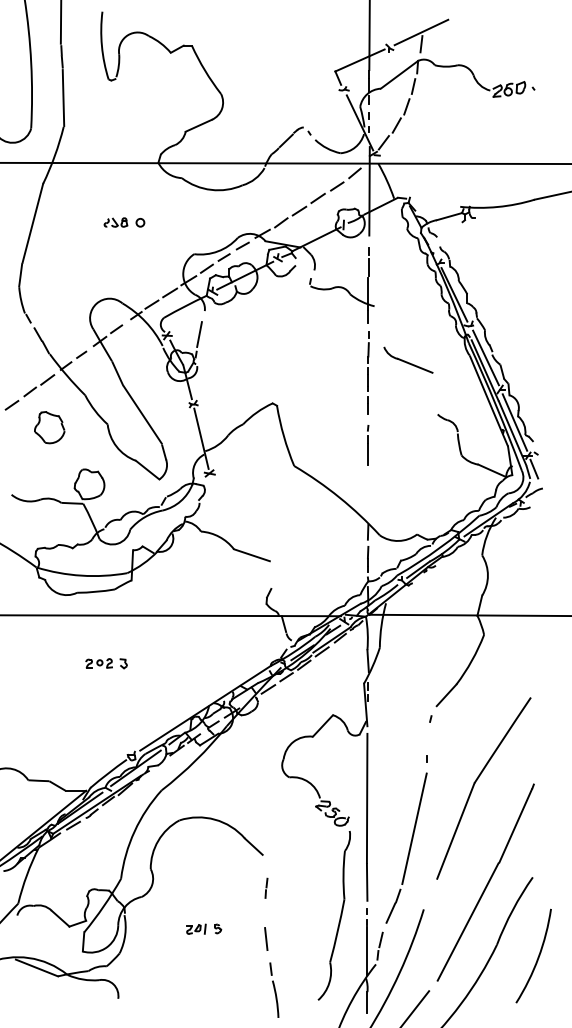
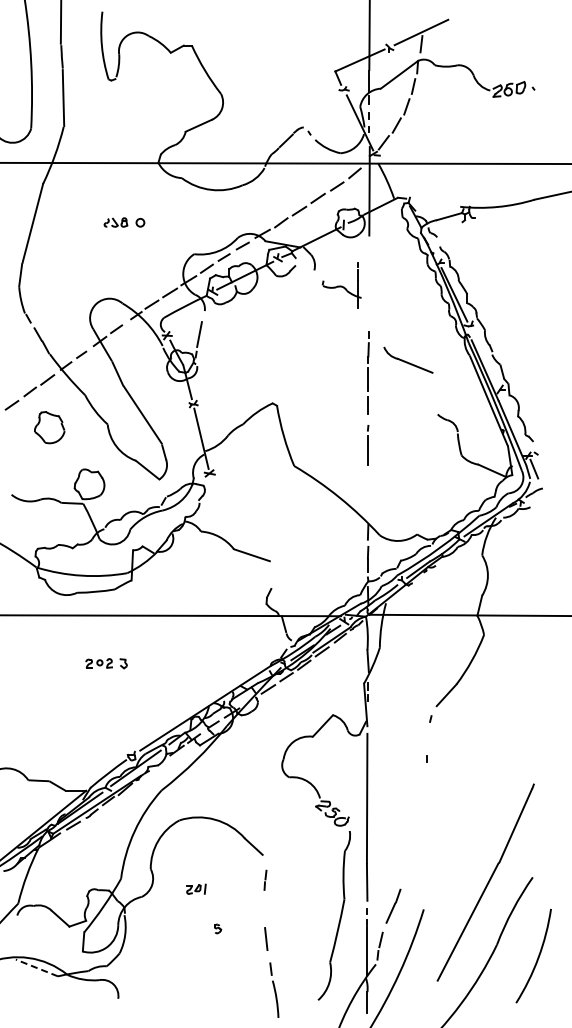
part at (341, 285) size: 66x77 px -> 41x47 px
line at (485, 357): present -> none
line at (514, 422): present -> none
part at (476, 782): present -> none
line at (414, 828): present -> none
line at (266, 887) position: (266, 887) -> (265, 879)
part at (196, 928) position: (196, 928) -> (196, 888)
line at (36, 967): solid -> dashed
line at (416, 1007): present -> none
